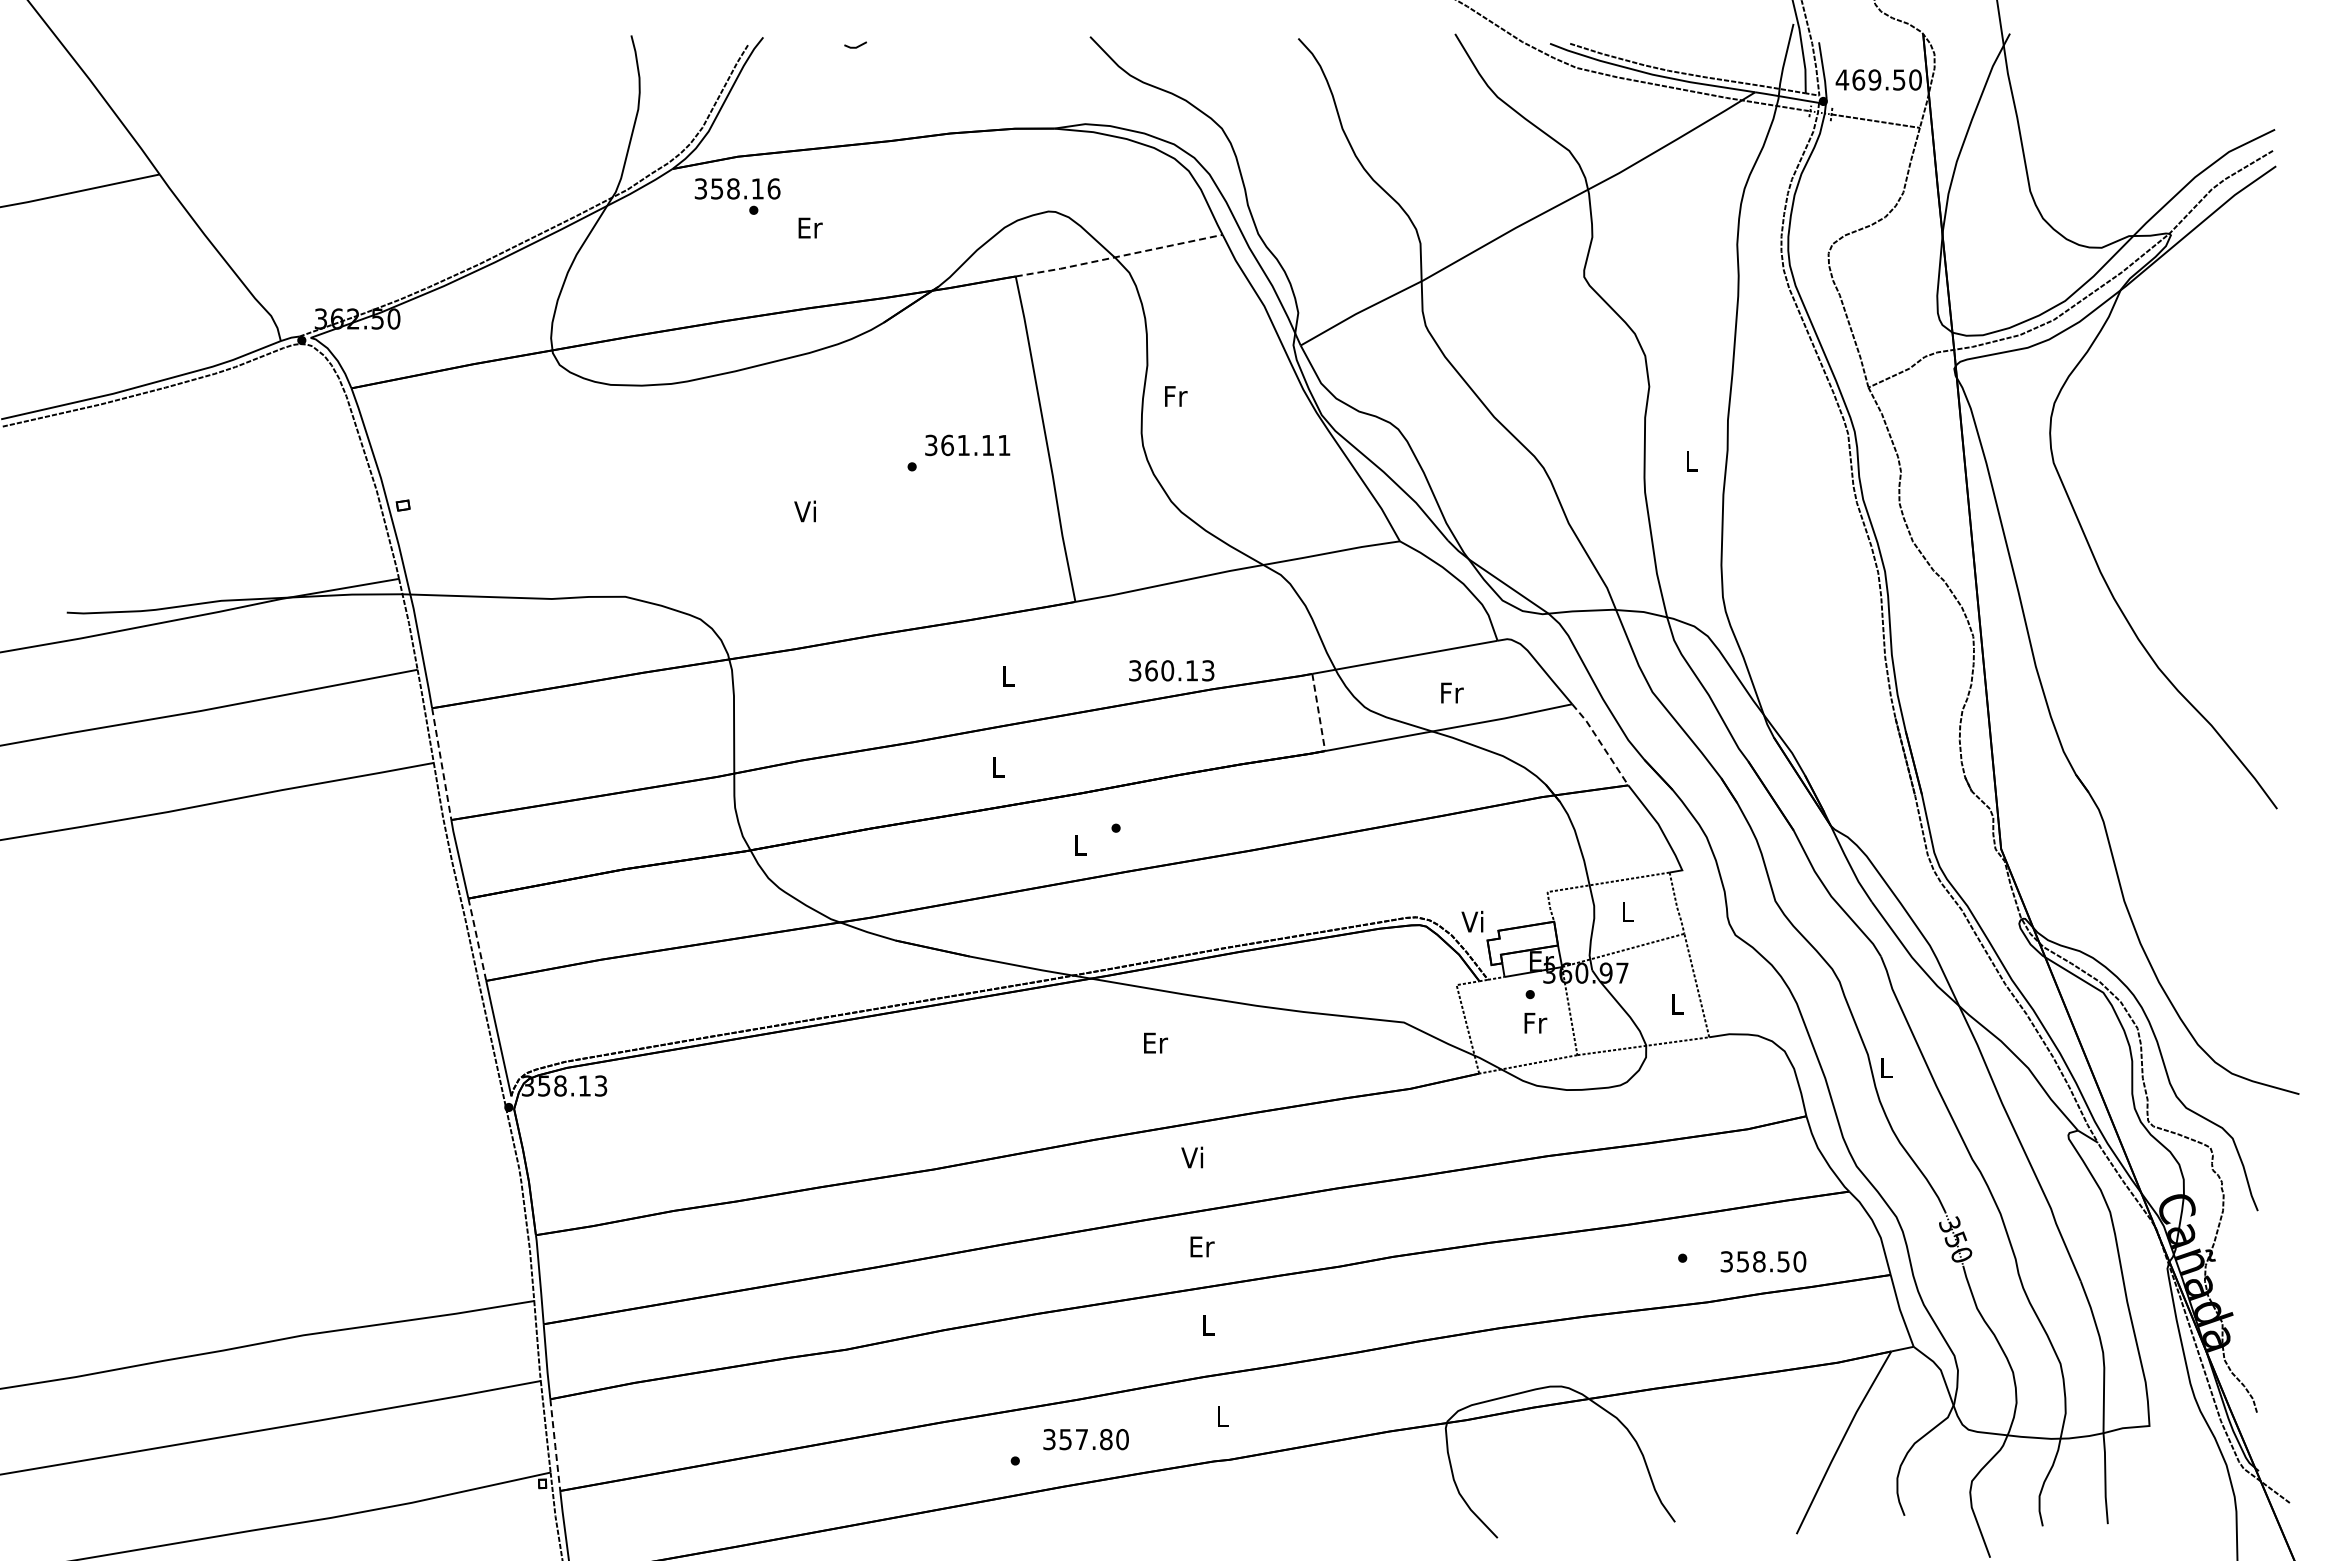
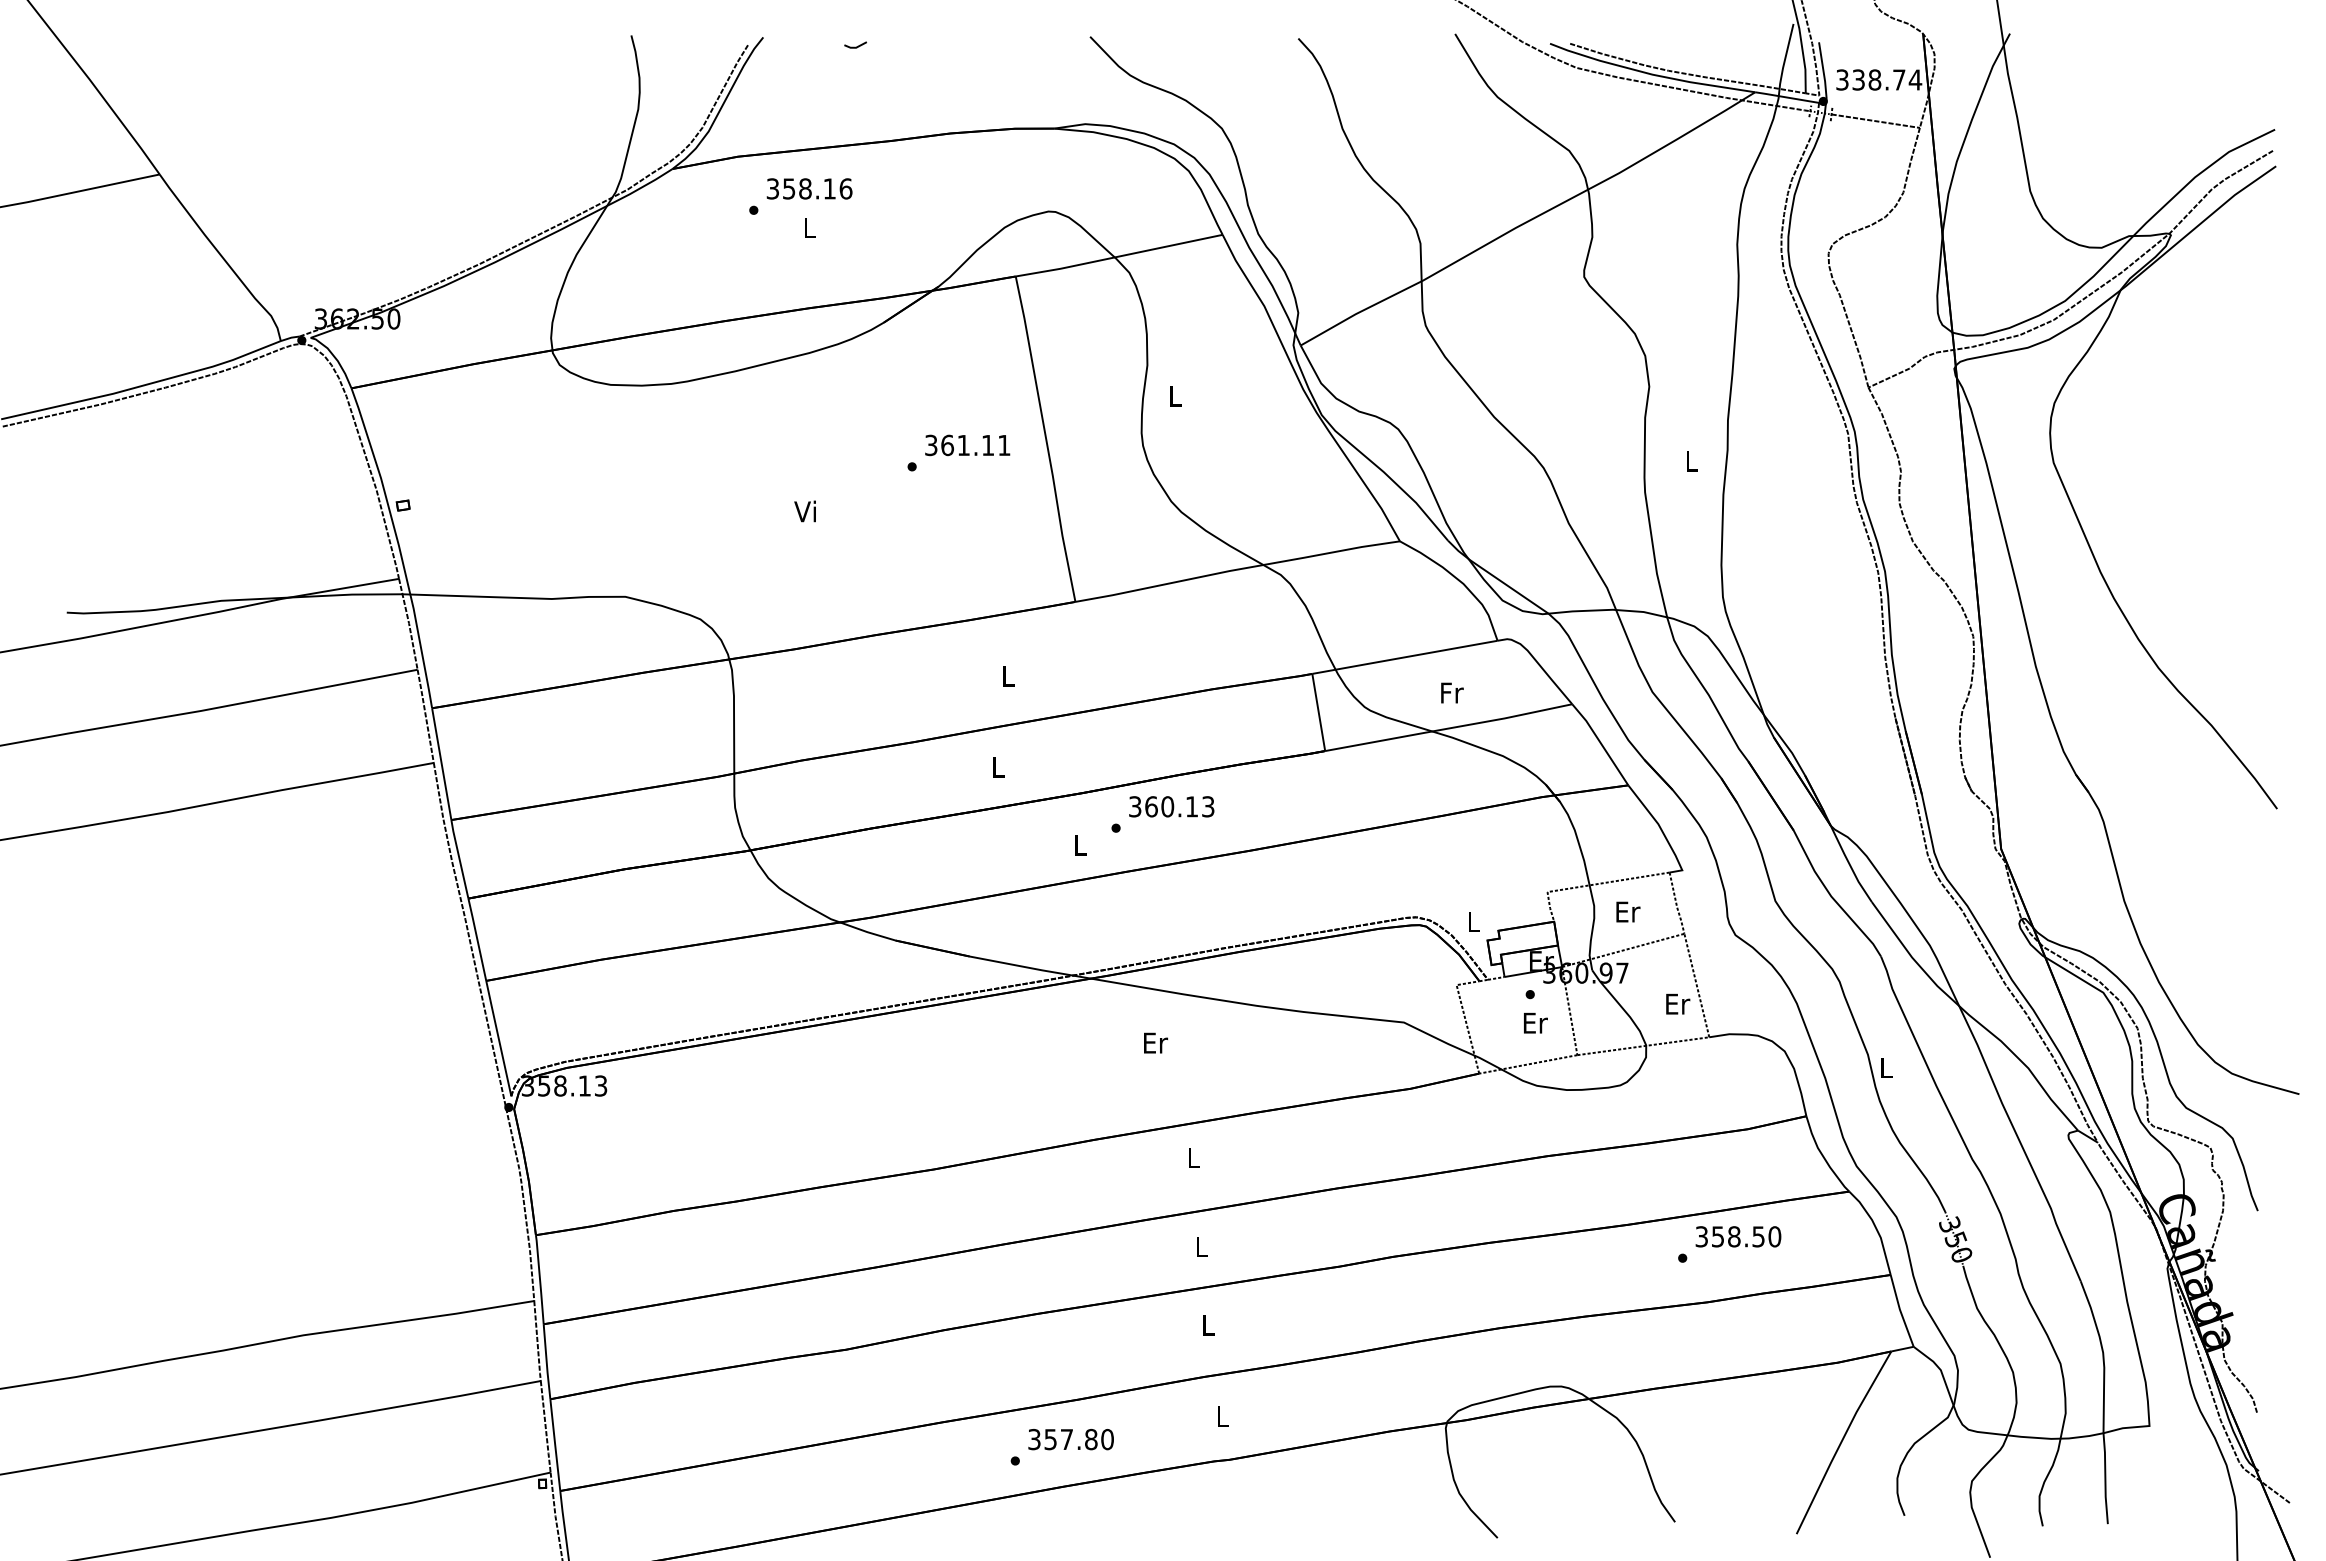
text at (1878, 79): 469.50 -> 338.74
text at (737, 188) position: (737, 188) -> (809, 188)
text at (810, 227): Er -> L
line at (1119, 256): dashed -> solid
text at (1176, 396): Fr -> L
text at (1171, 670) position: (1171, 670) -> (1171, 806)
line at (1318, 712): dashed -> solid
line at (1600, 743): dashed -> solid
line at (441, 764): dashed -> solid
text at (1628, 911): L -> Er
text at (1472, 921): Vi -> L
line at (477, 939): dashed -> solid
text at (1678, 1003): L -> Er
text at (1535, 1023): Fr -> Er
text at (1192, 1157): Vi -> L
text at (1202, 1246): Er -> L
text at (1763, 1261) position: (1763, 1261) -> (1738, 1236)
text at (1085, 1439) position: (1085, 1439) -> (1070, 1439)
line at (555, 1446): dashed -> solid
